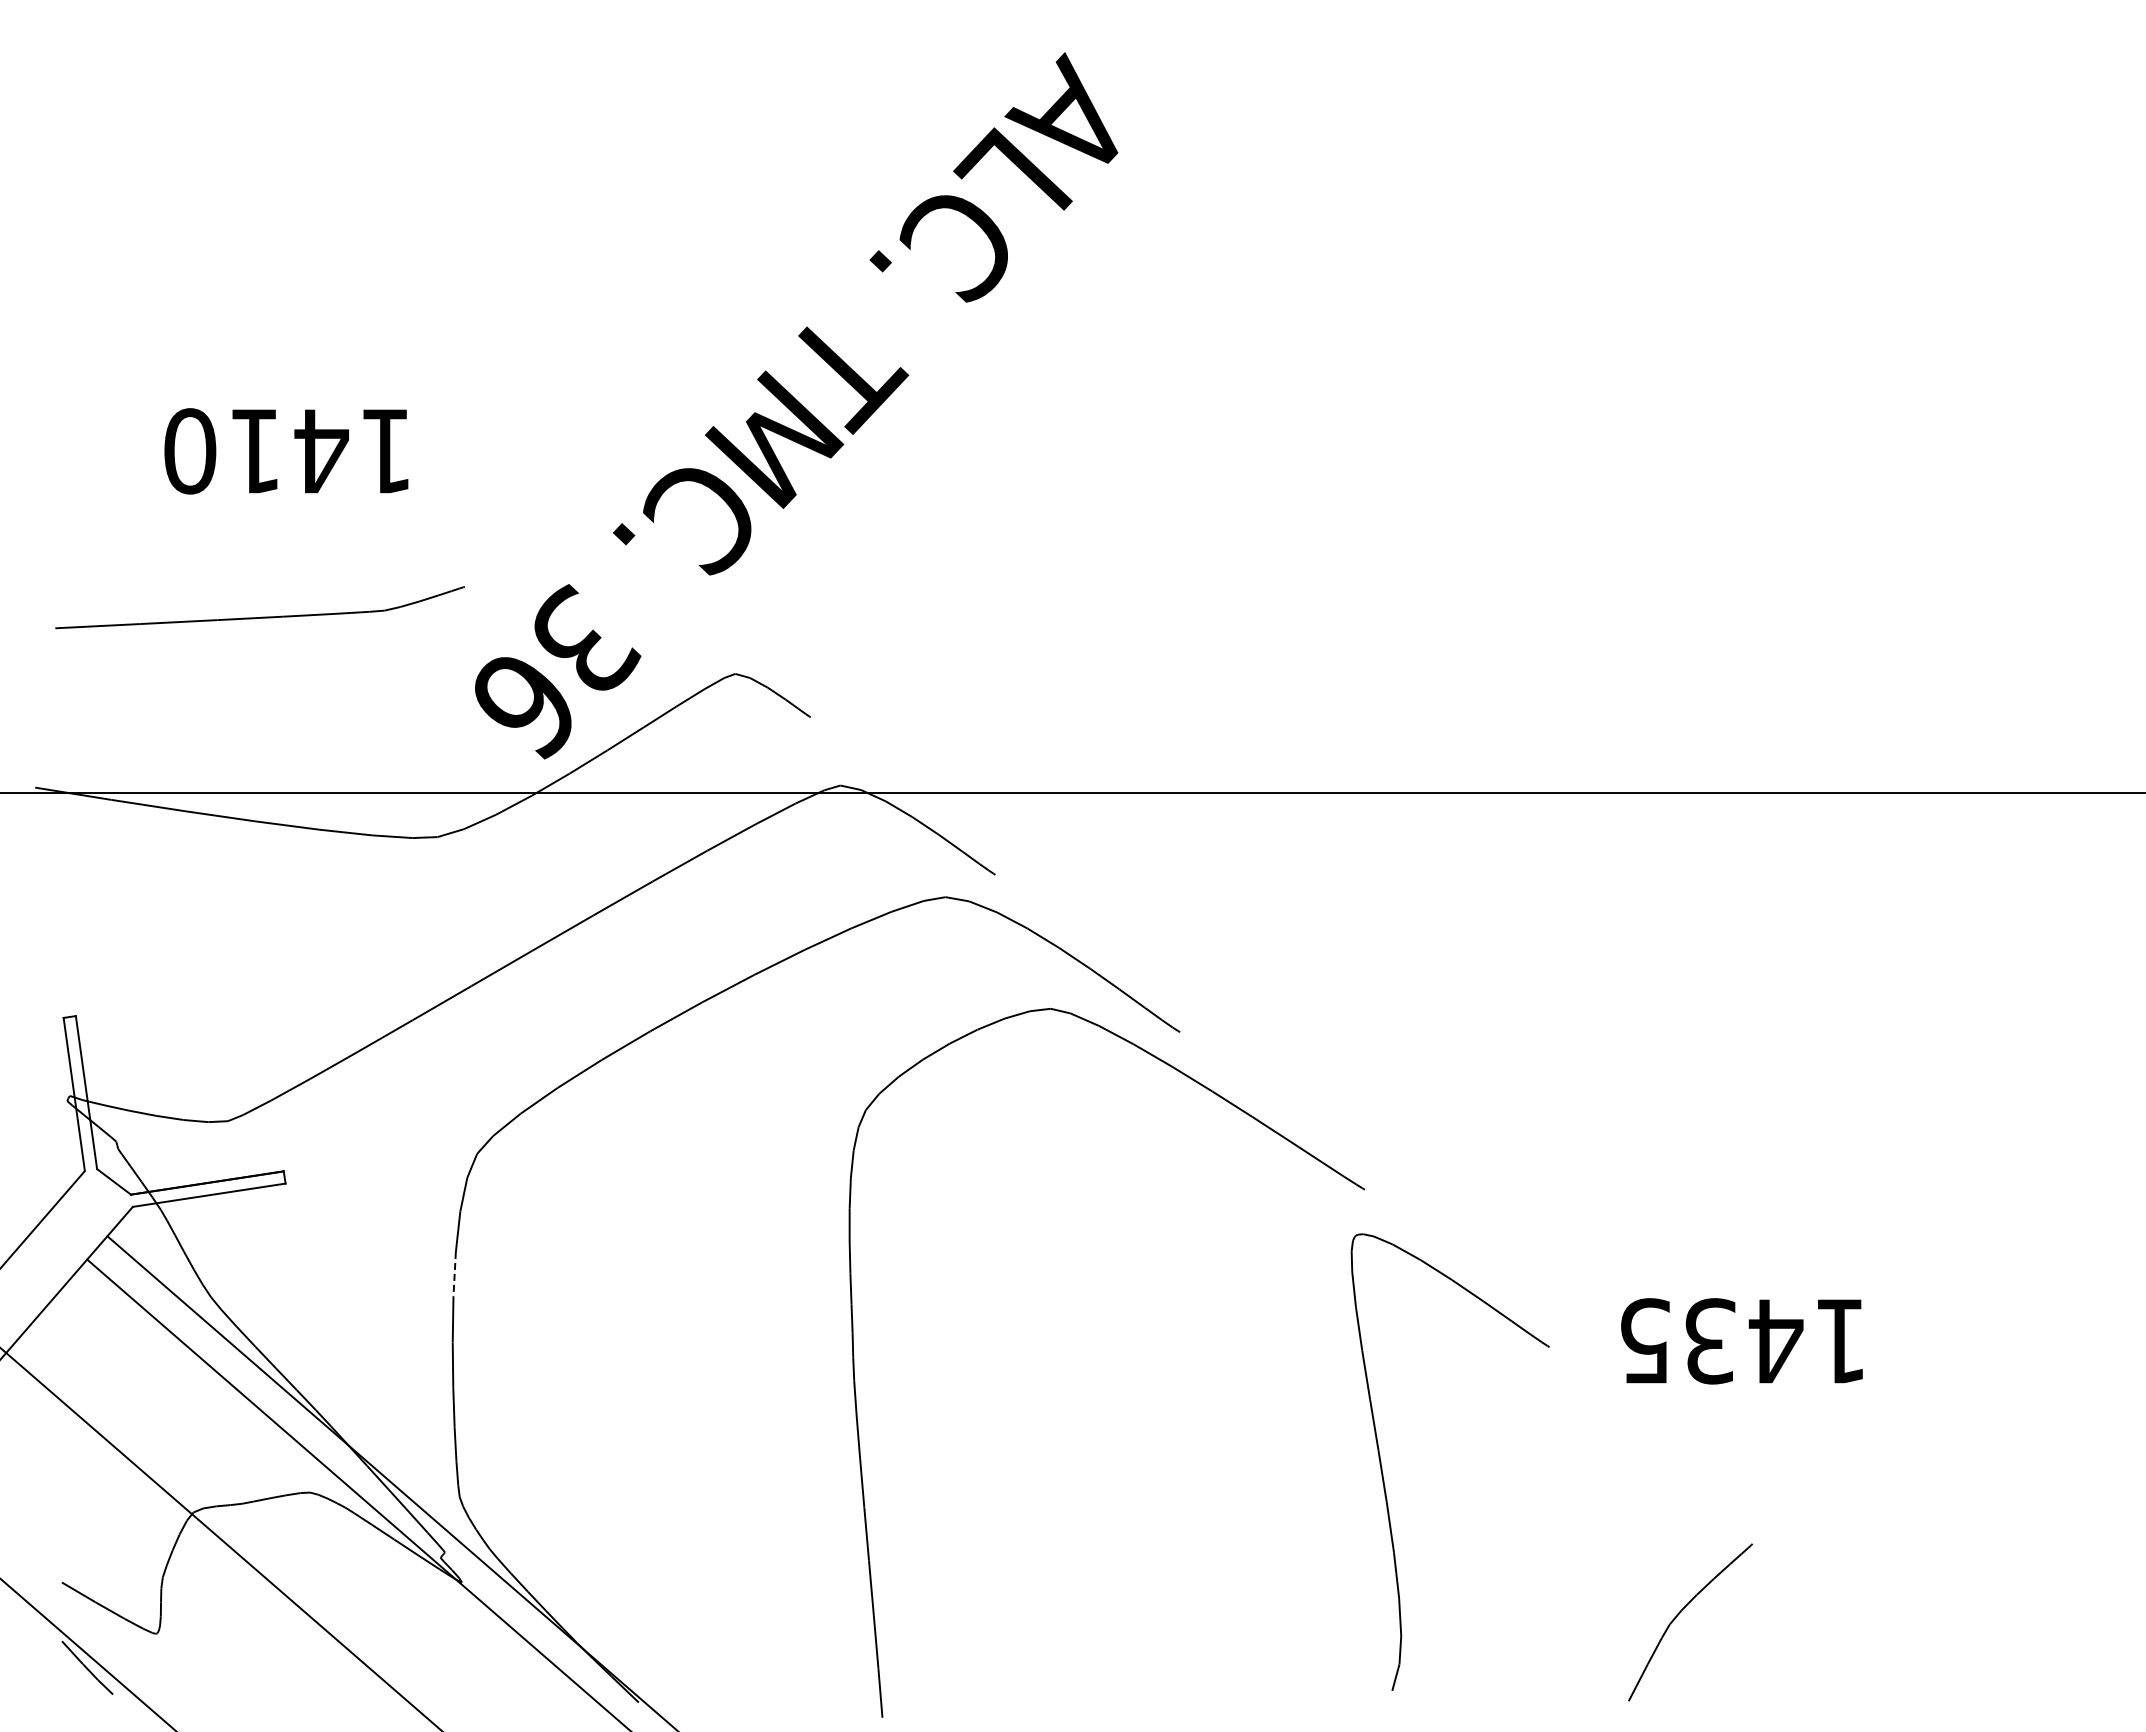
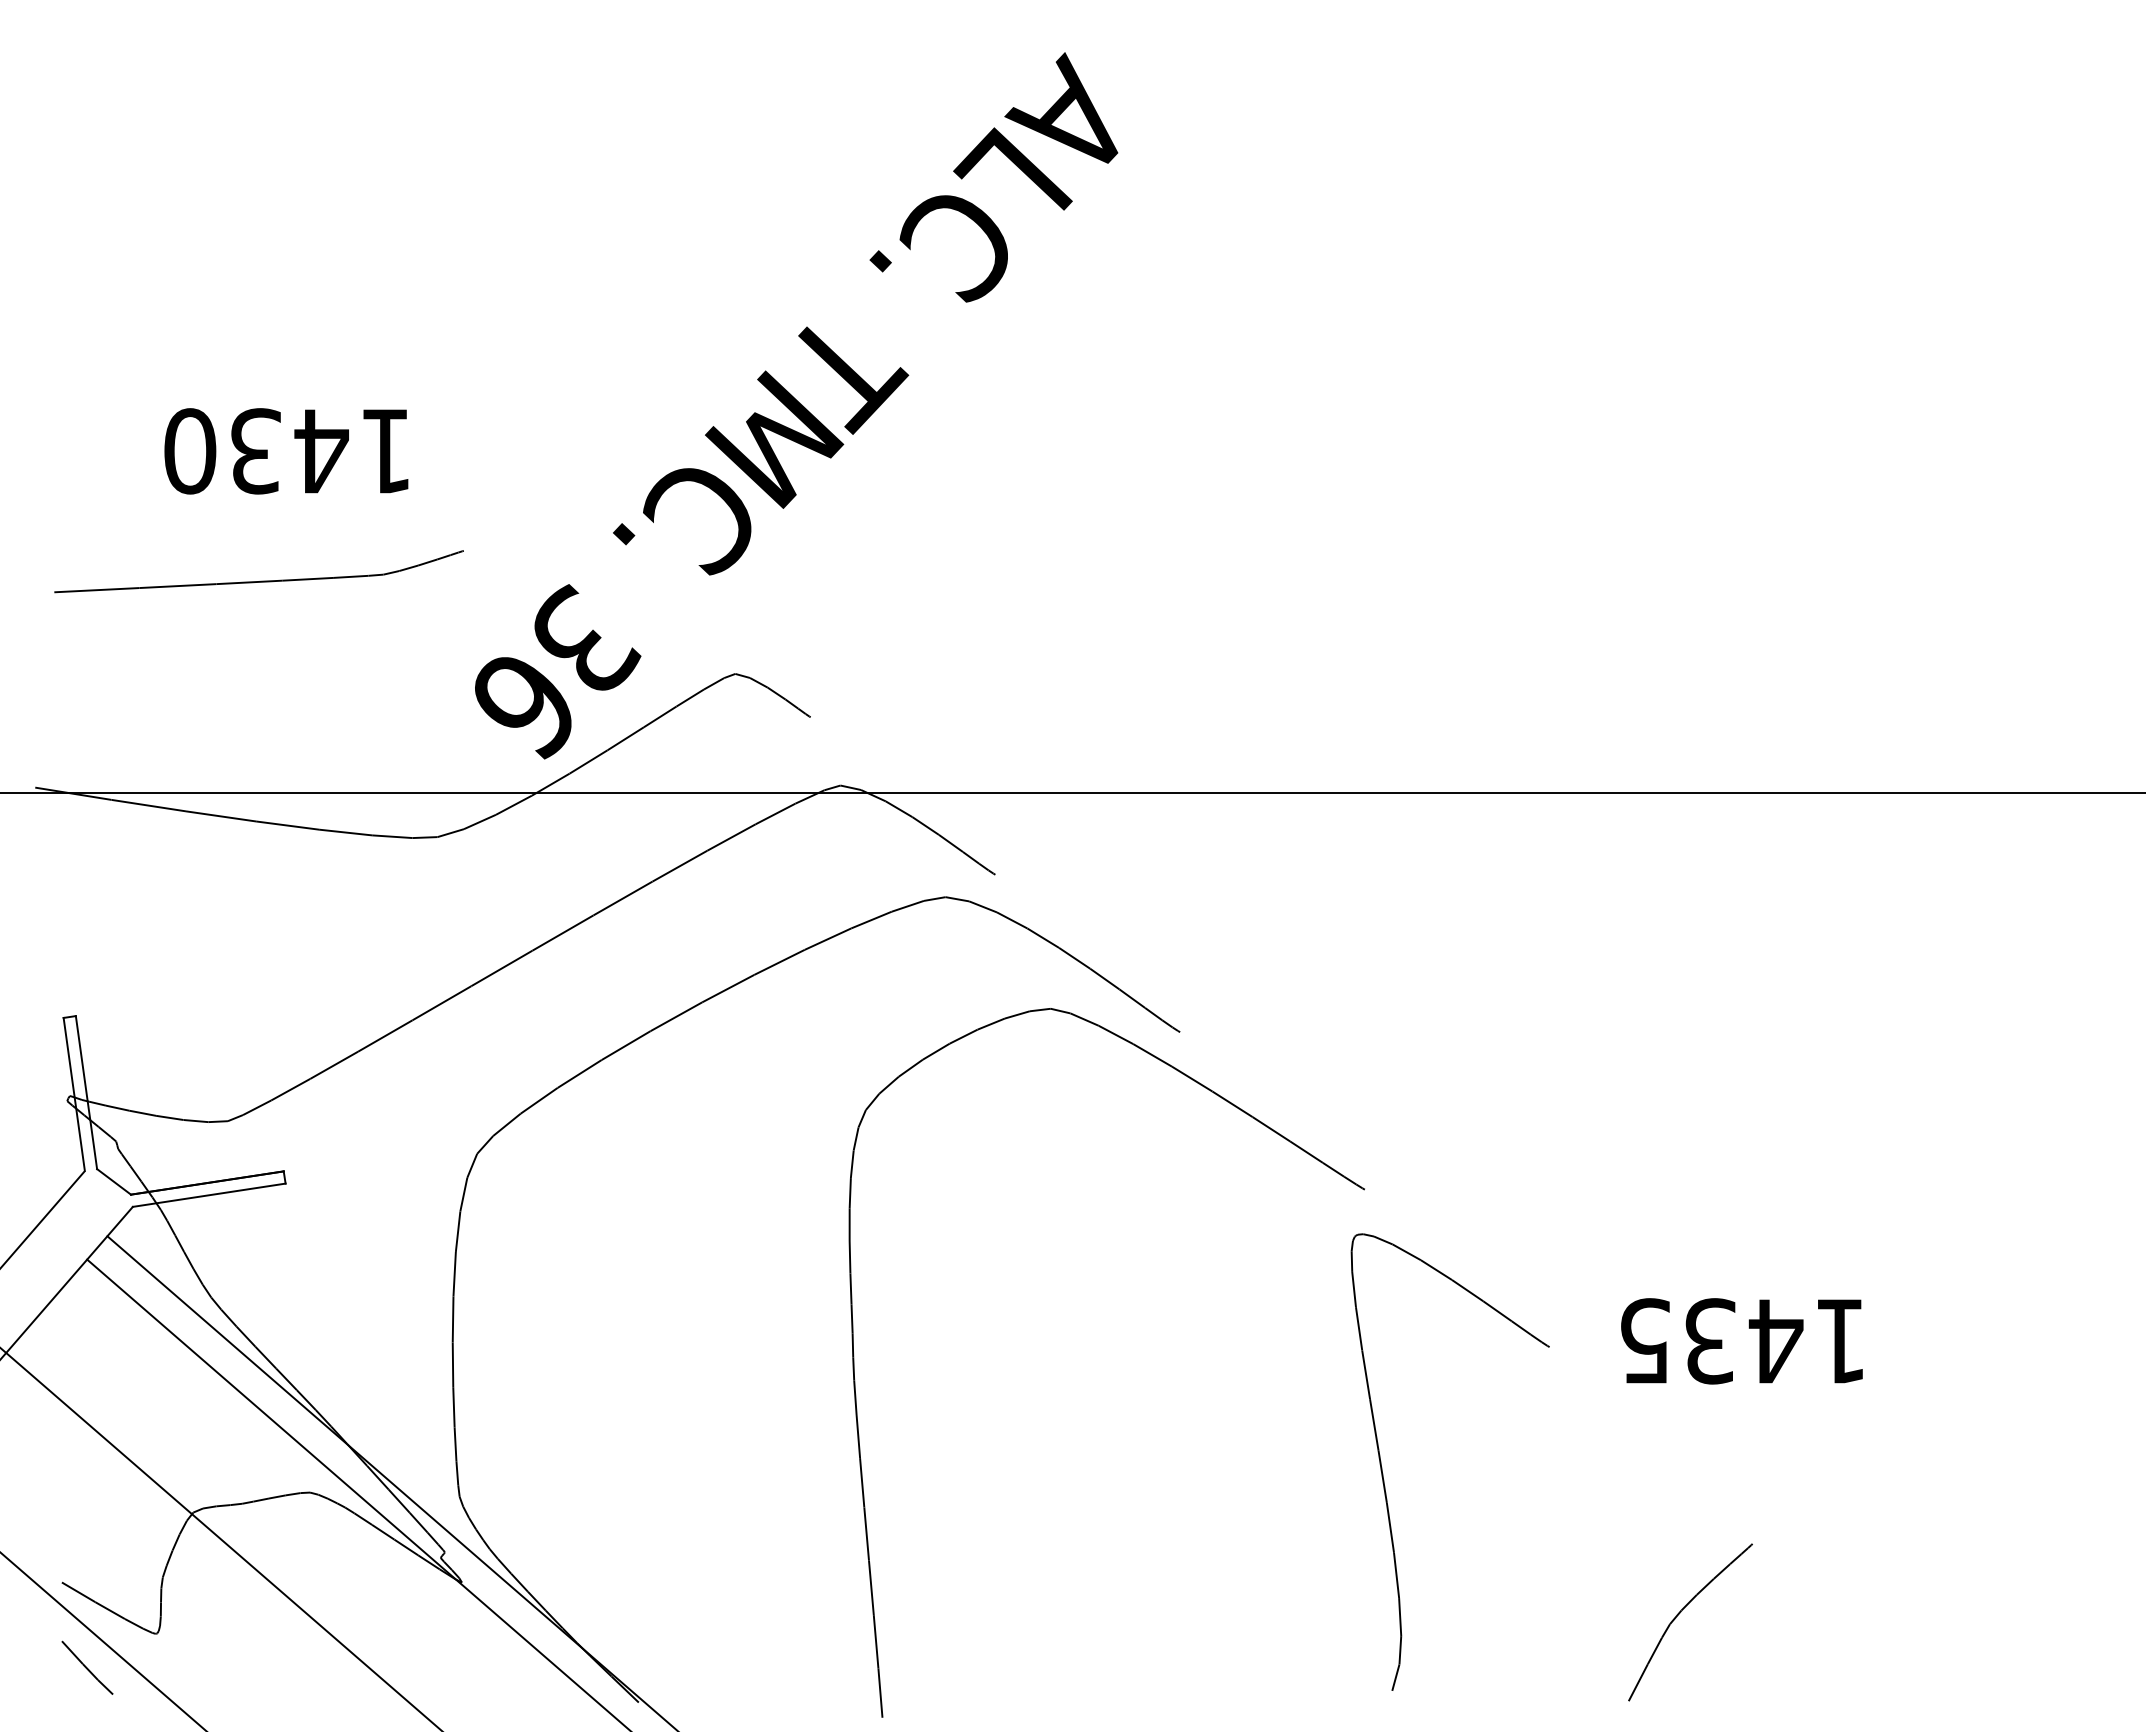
text at (255, 451): 1410 -> 1430
part at (261, 616) position: (261, 616) -> (260, 580)
line at (454, 1274): dashed -> solid
line at (87, 1654) position: (87, 1654) -> (102, 1641)
